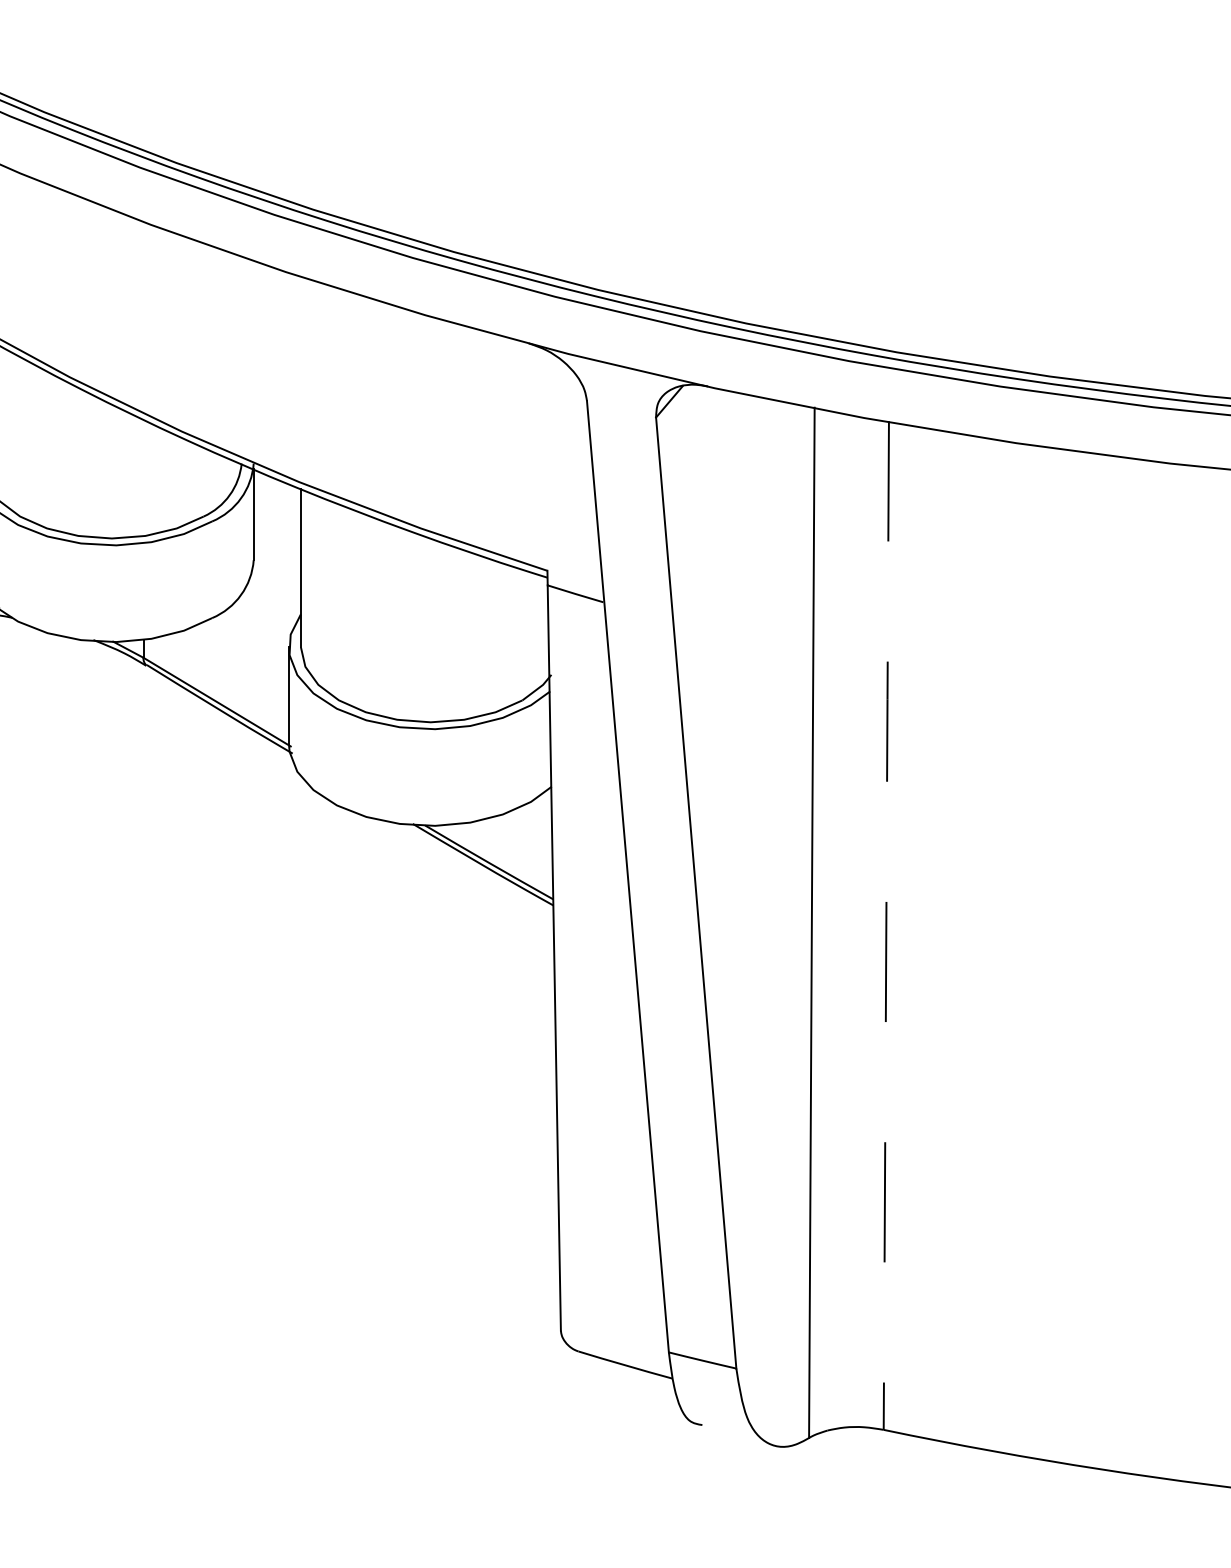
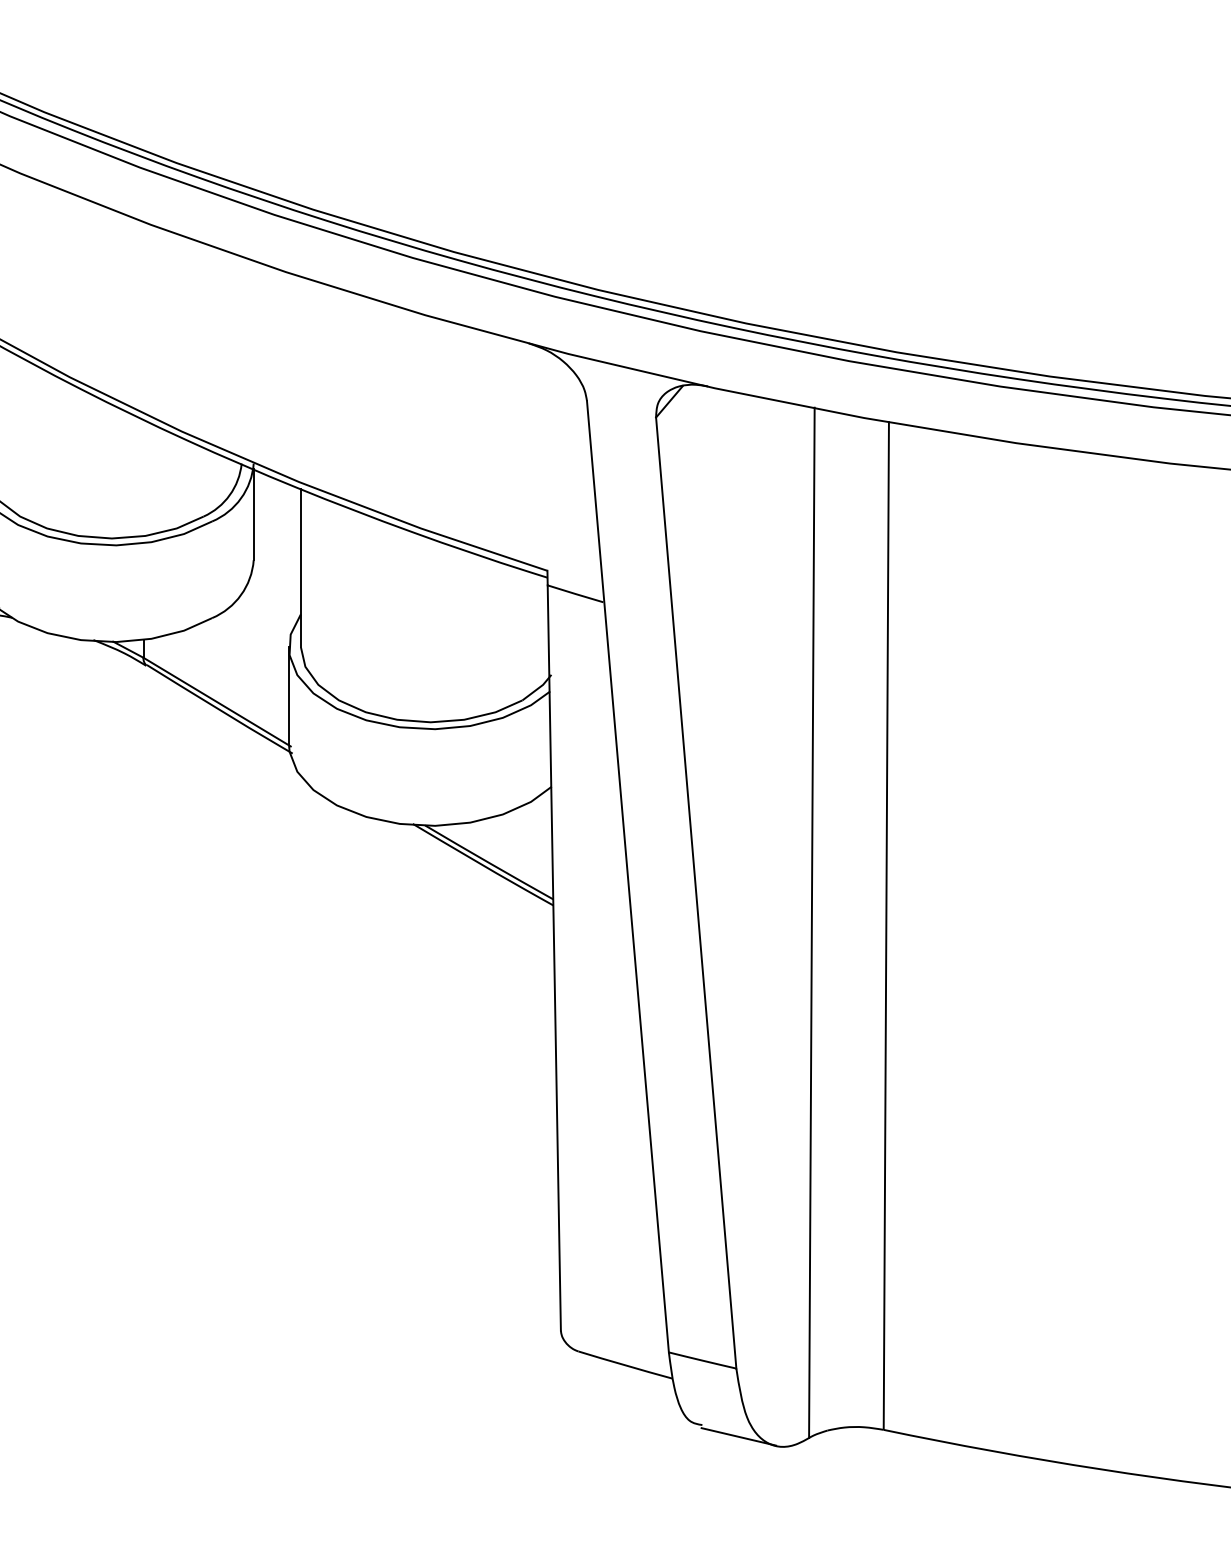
line at (886, 925): dashed -> solid
line at (738, 1436): none -> present
